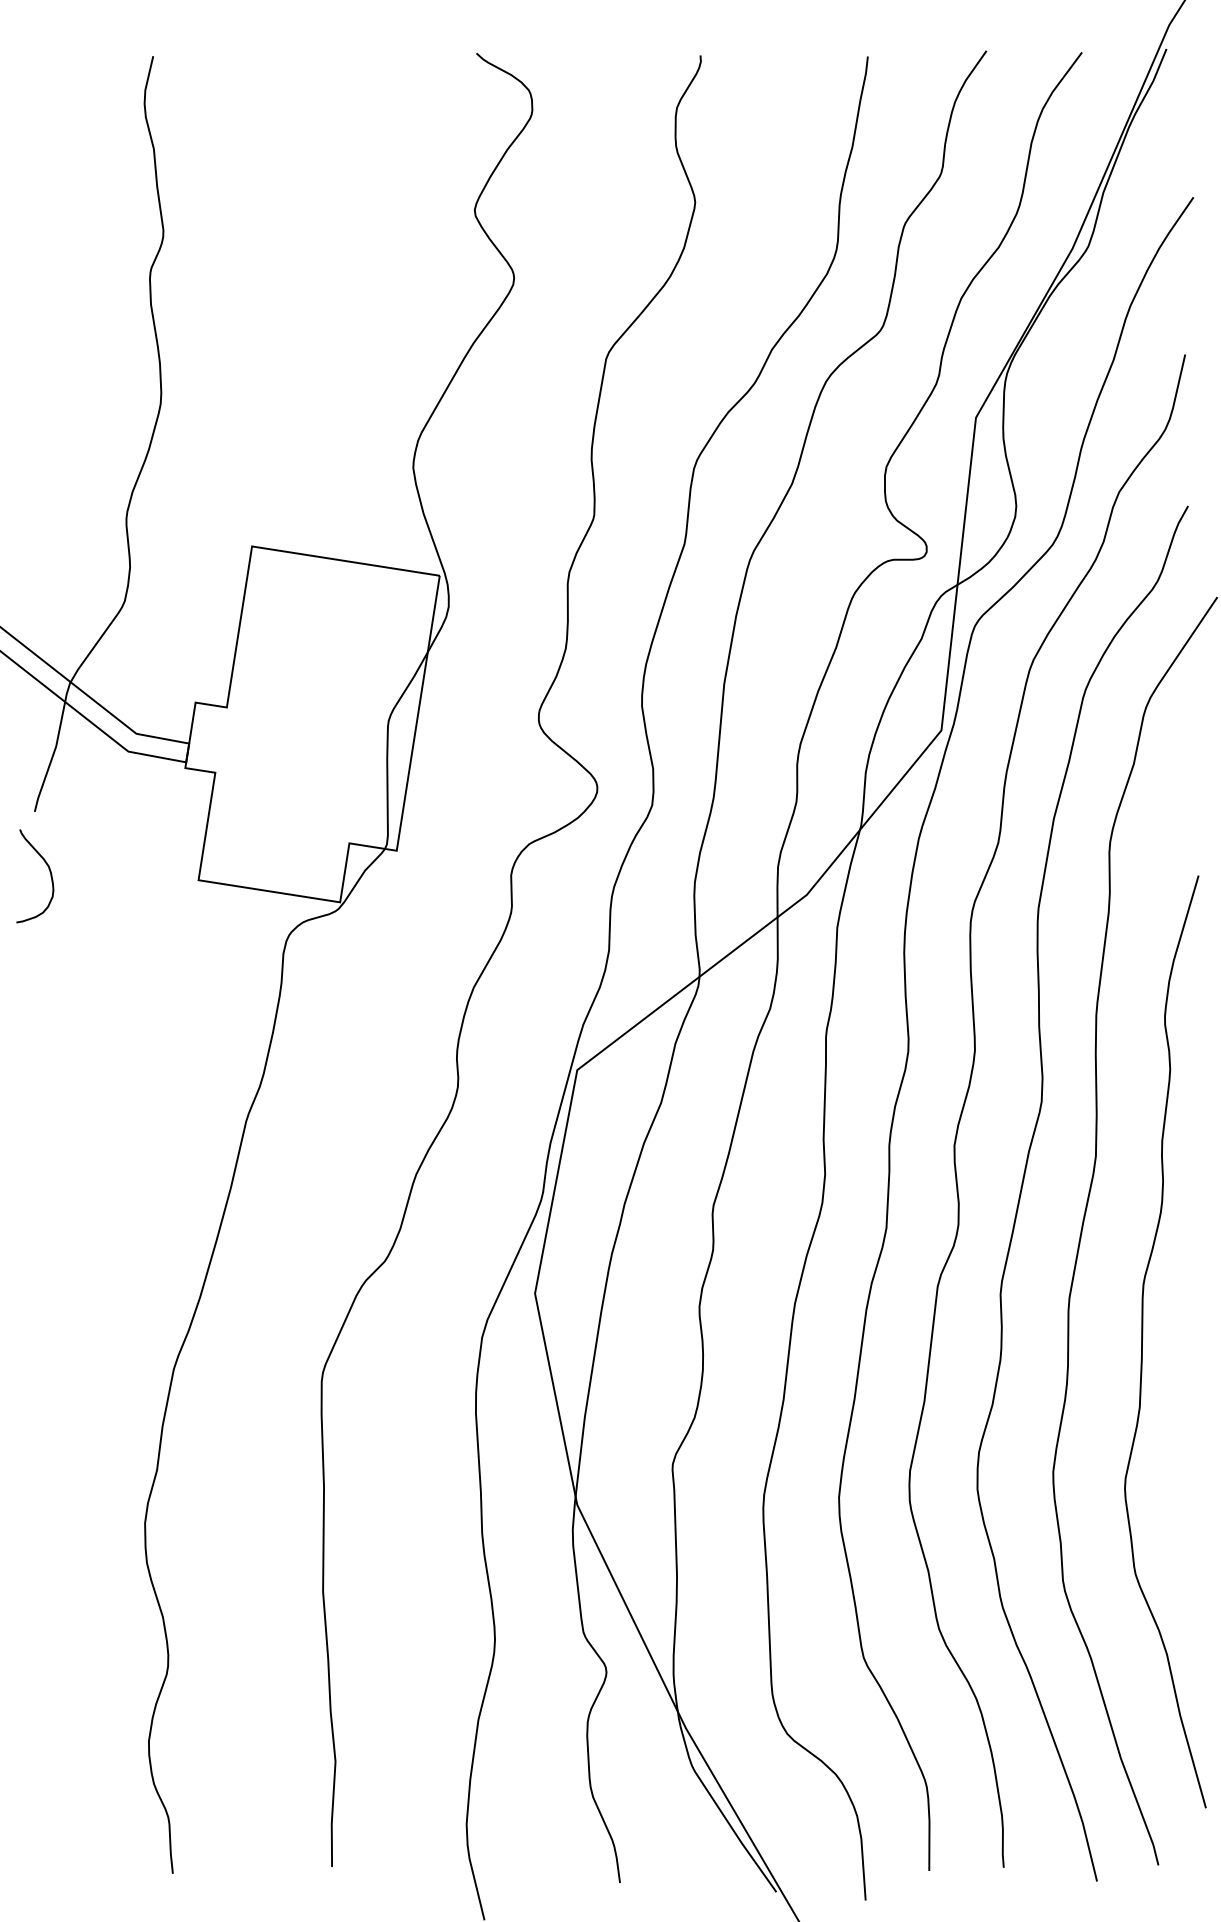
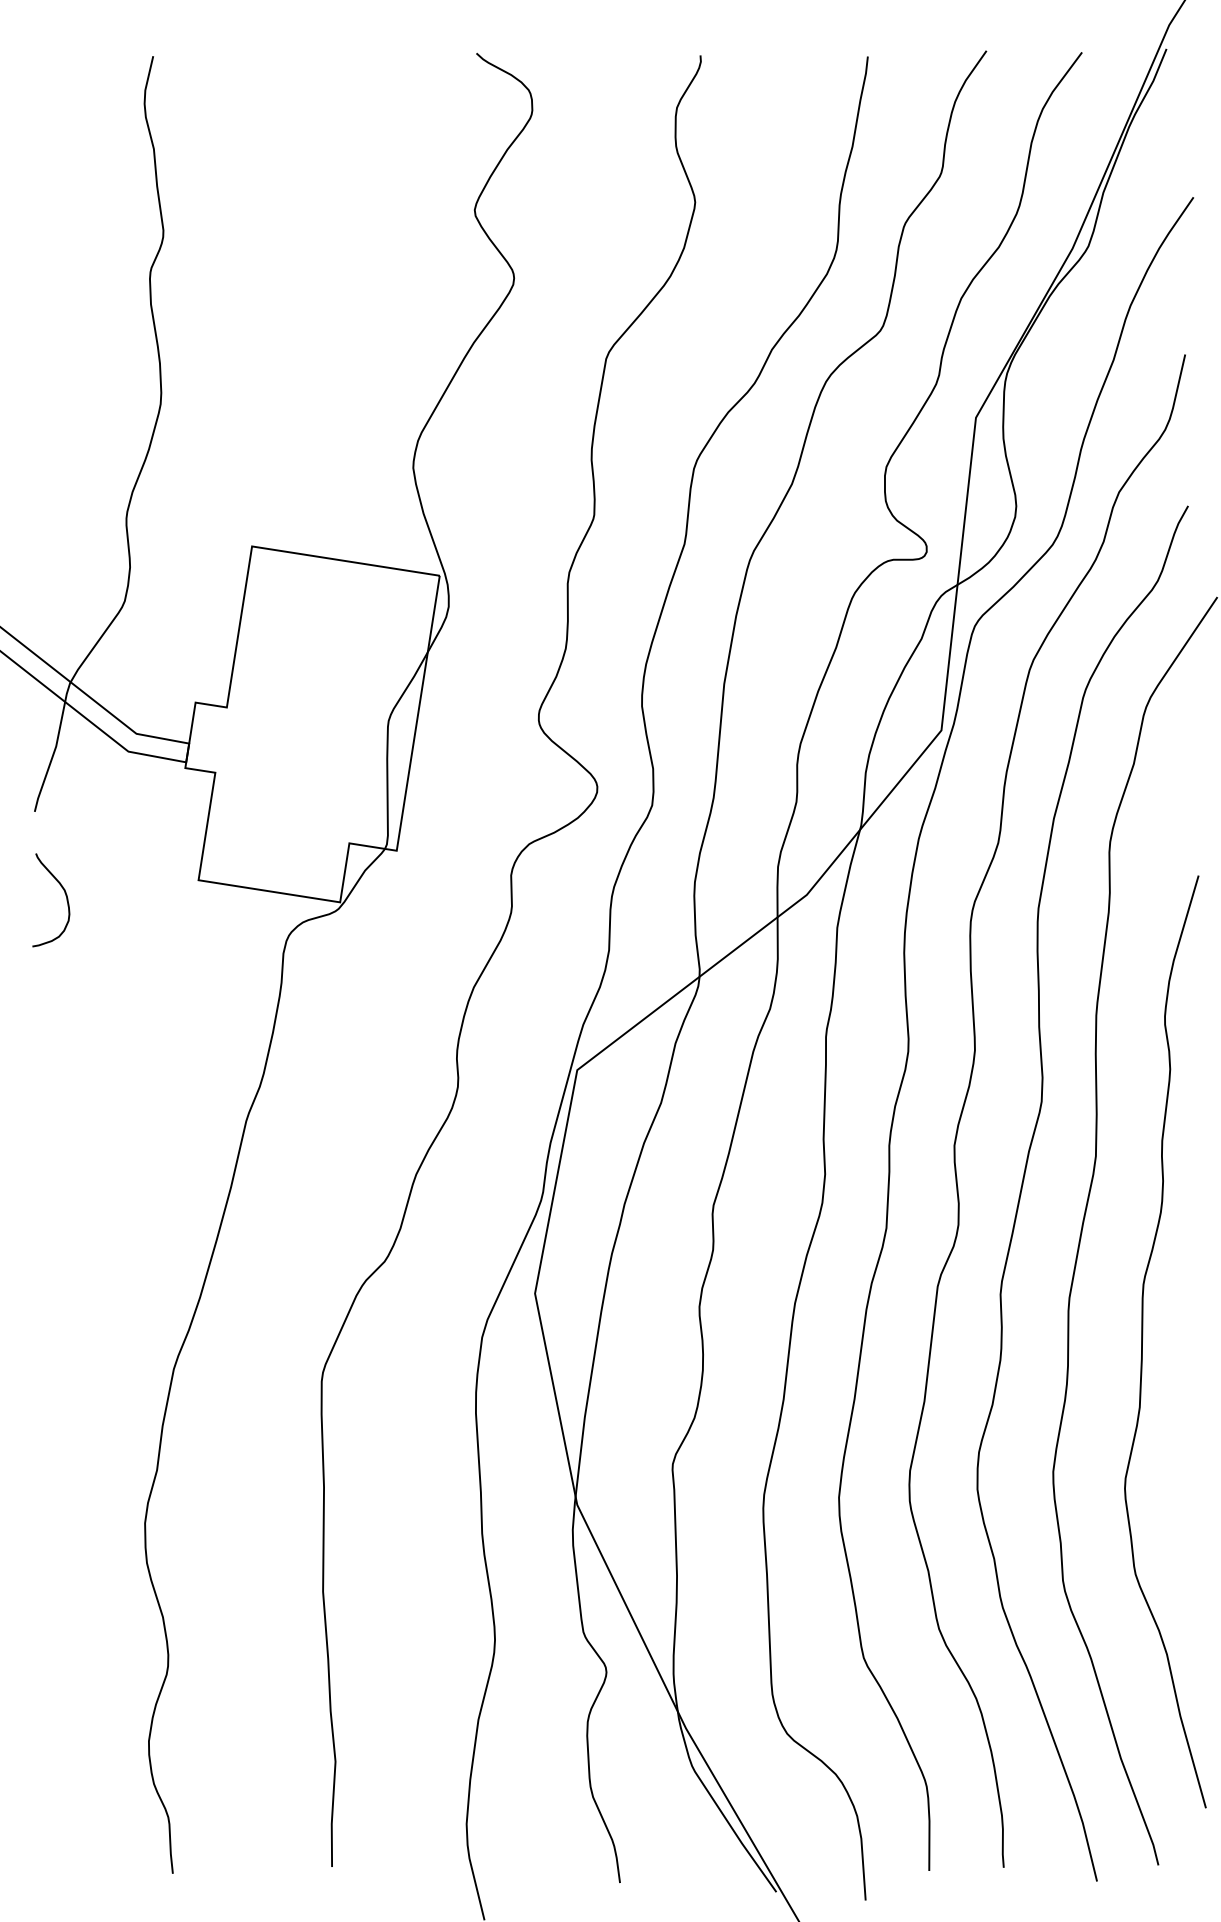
curve at (49, 872) position: (49, 872) -> (65, 896)
